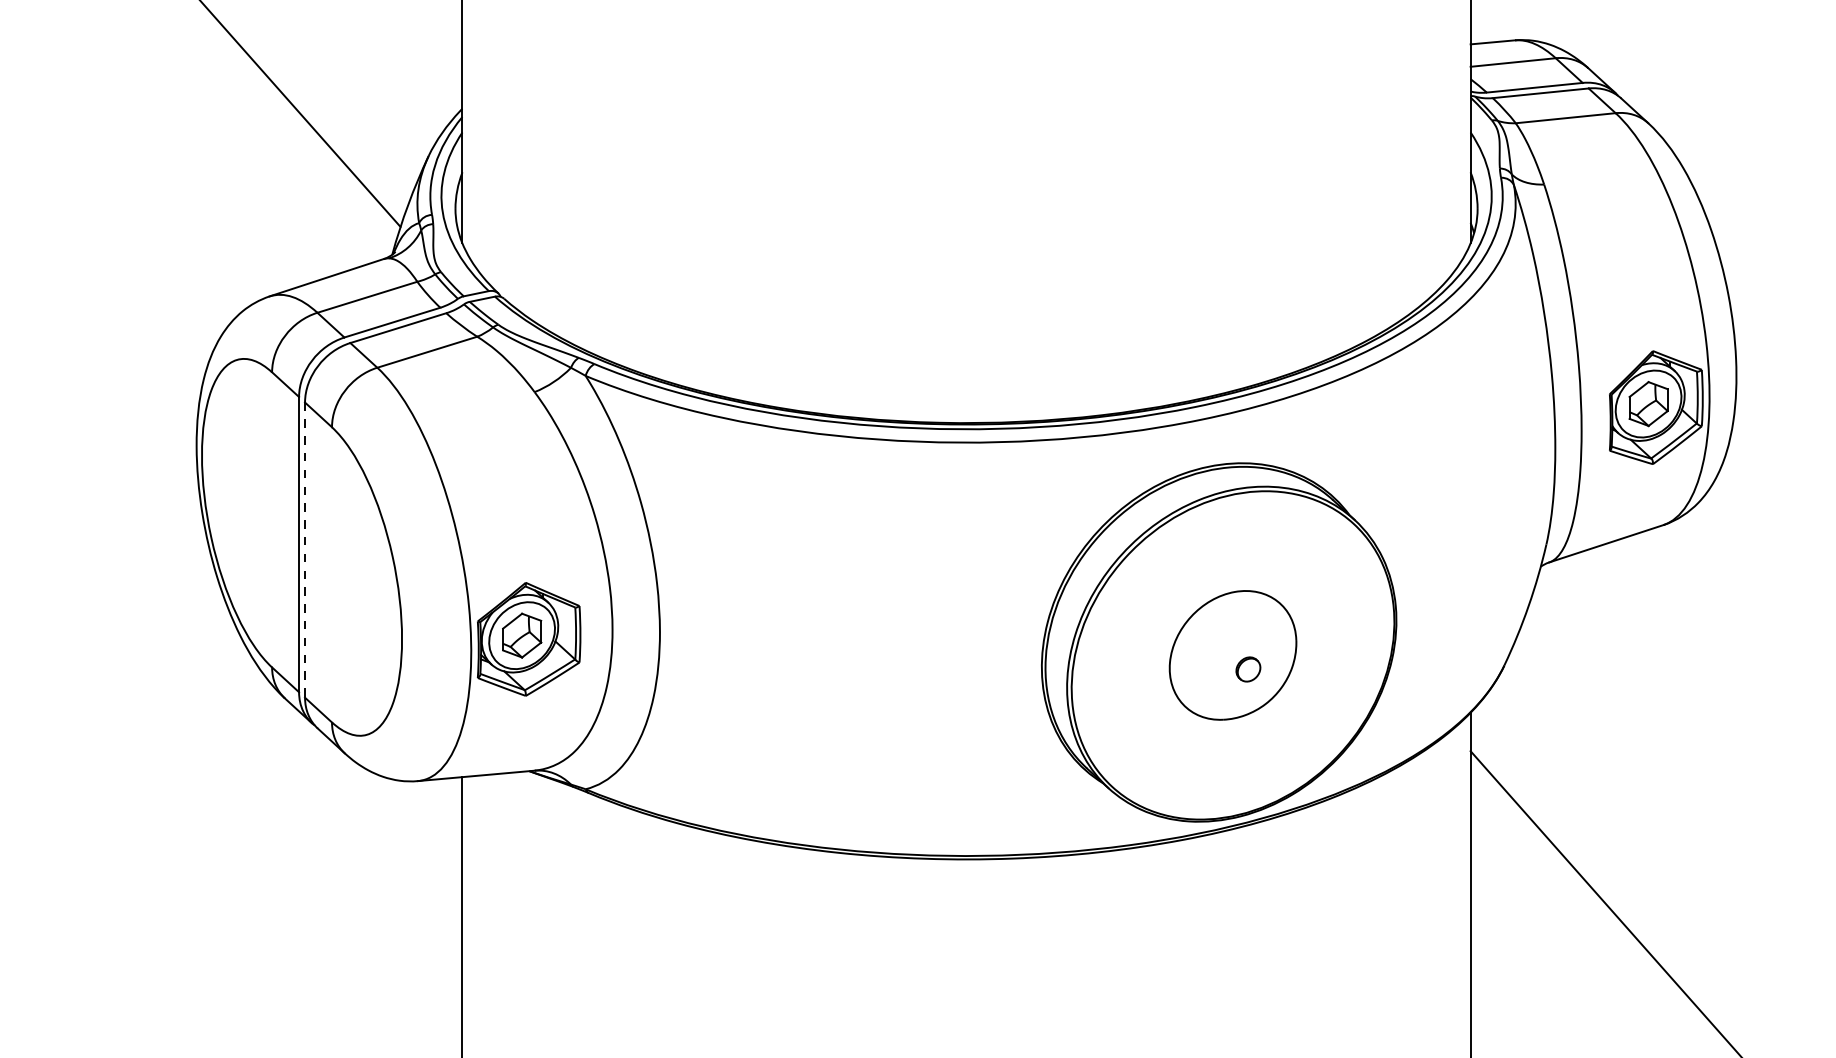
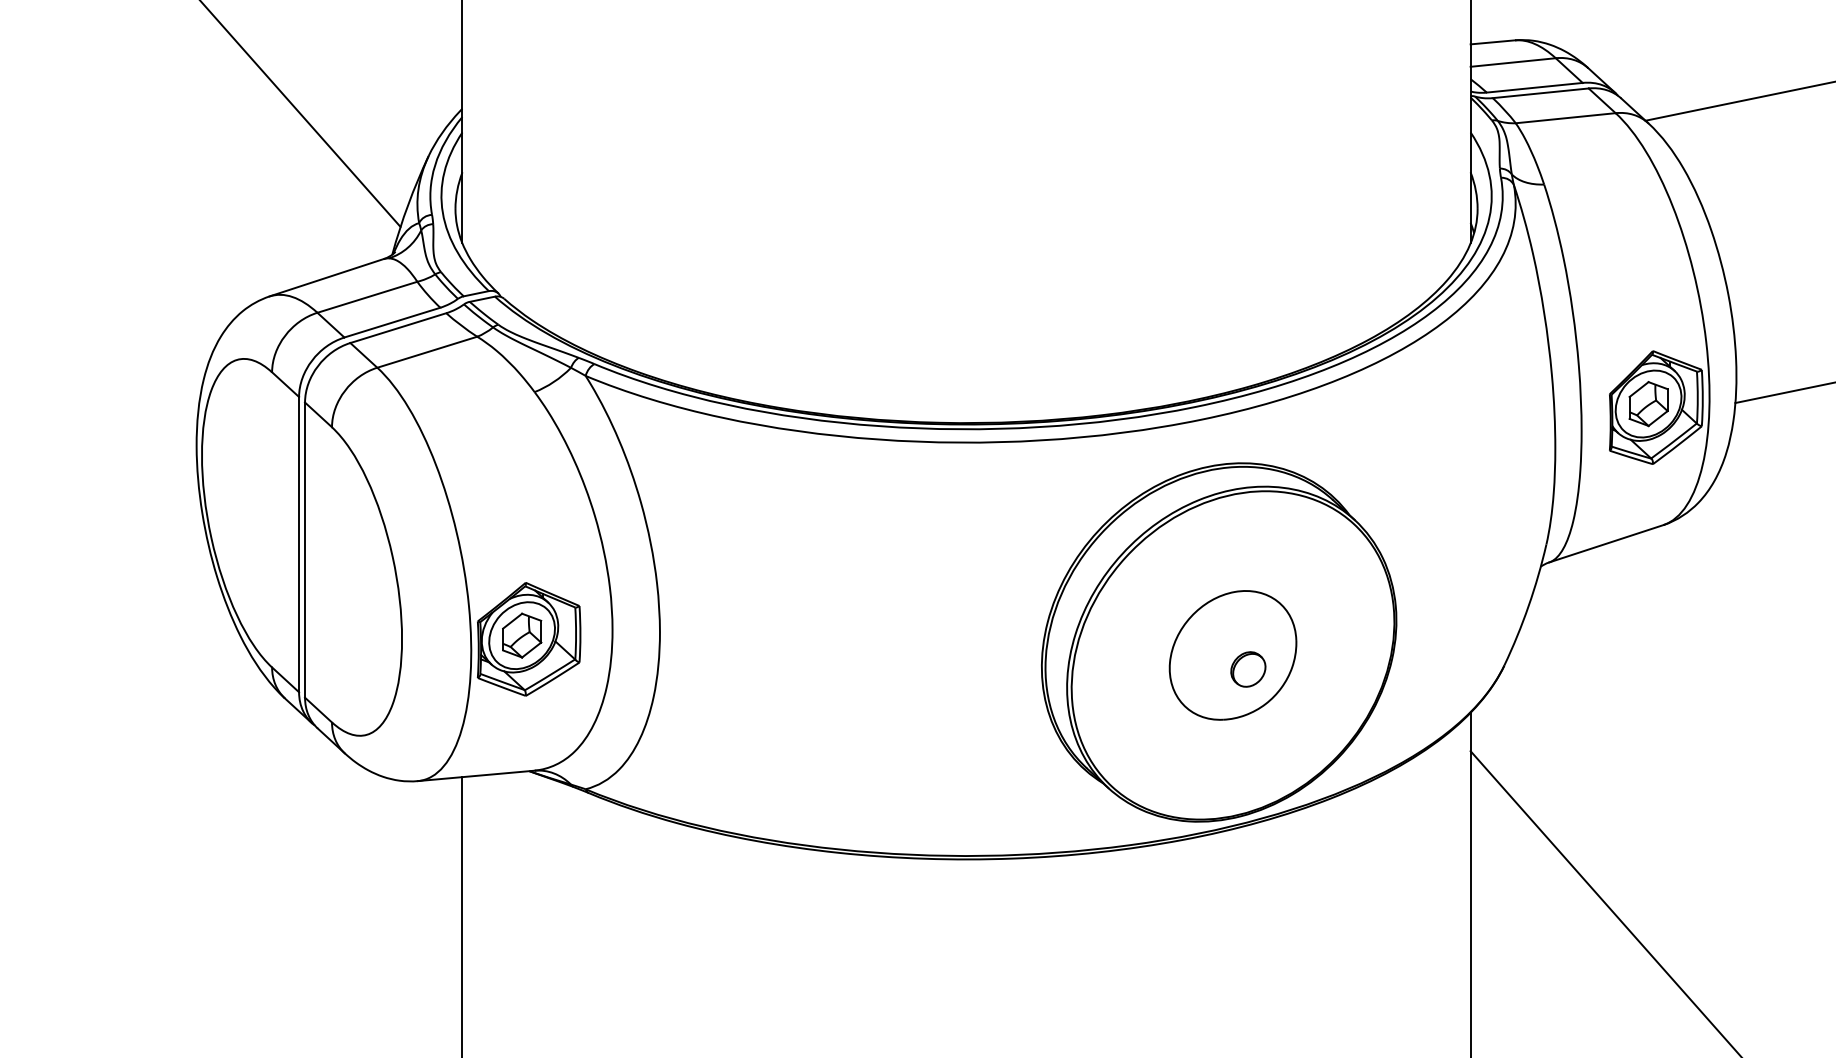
line at (1738, 101): none -> present
line at (1783, 393): none -> present
line at (305, 550): dashed -> solid
part at (1248, 669) size: 27x27 px -> 37x37 px
